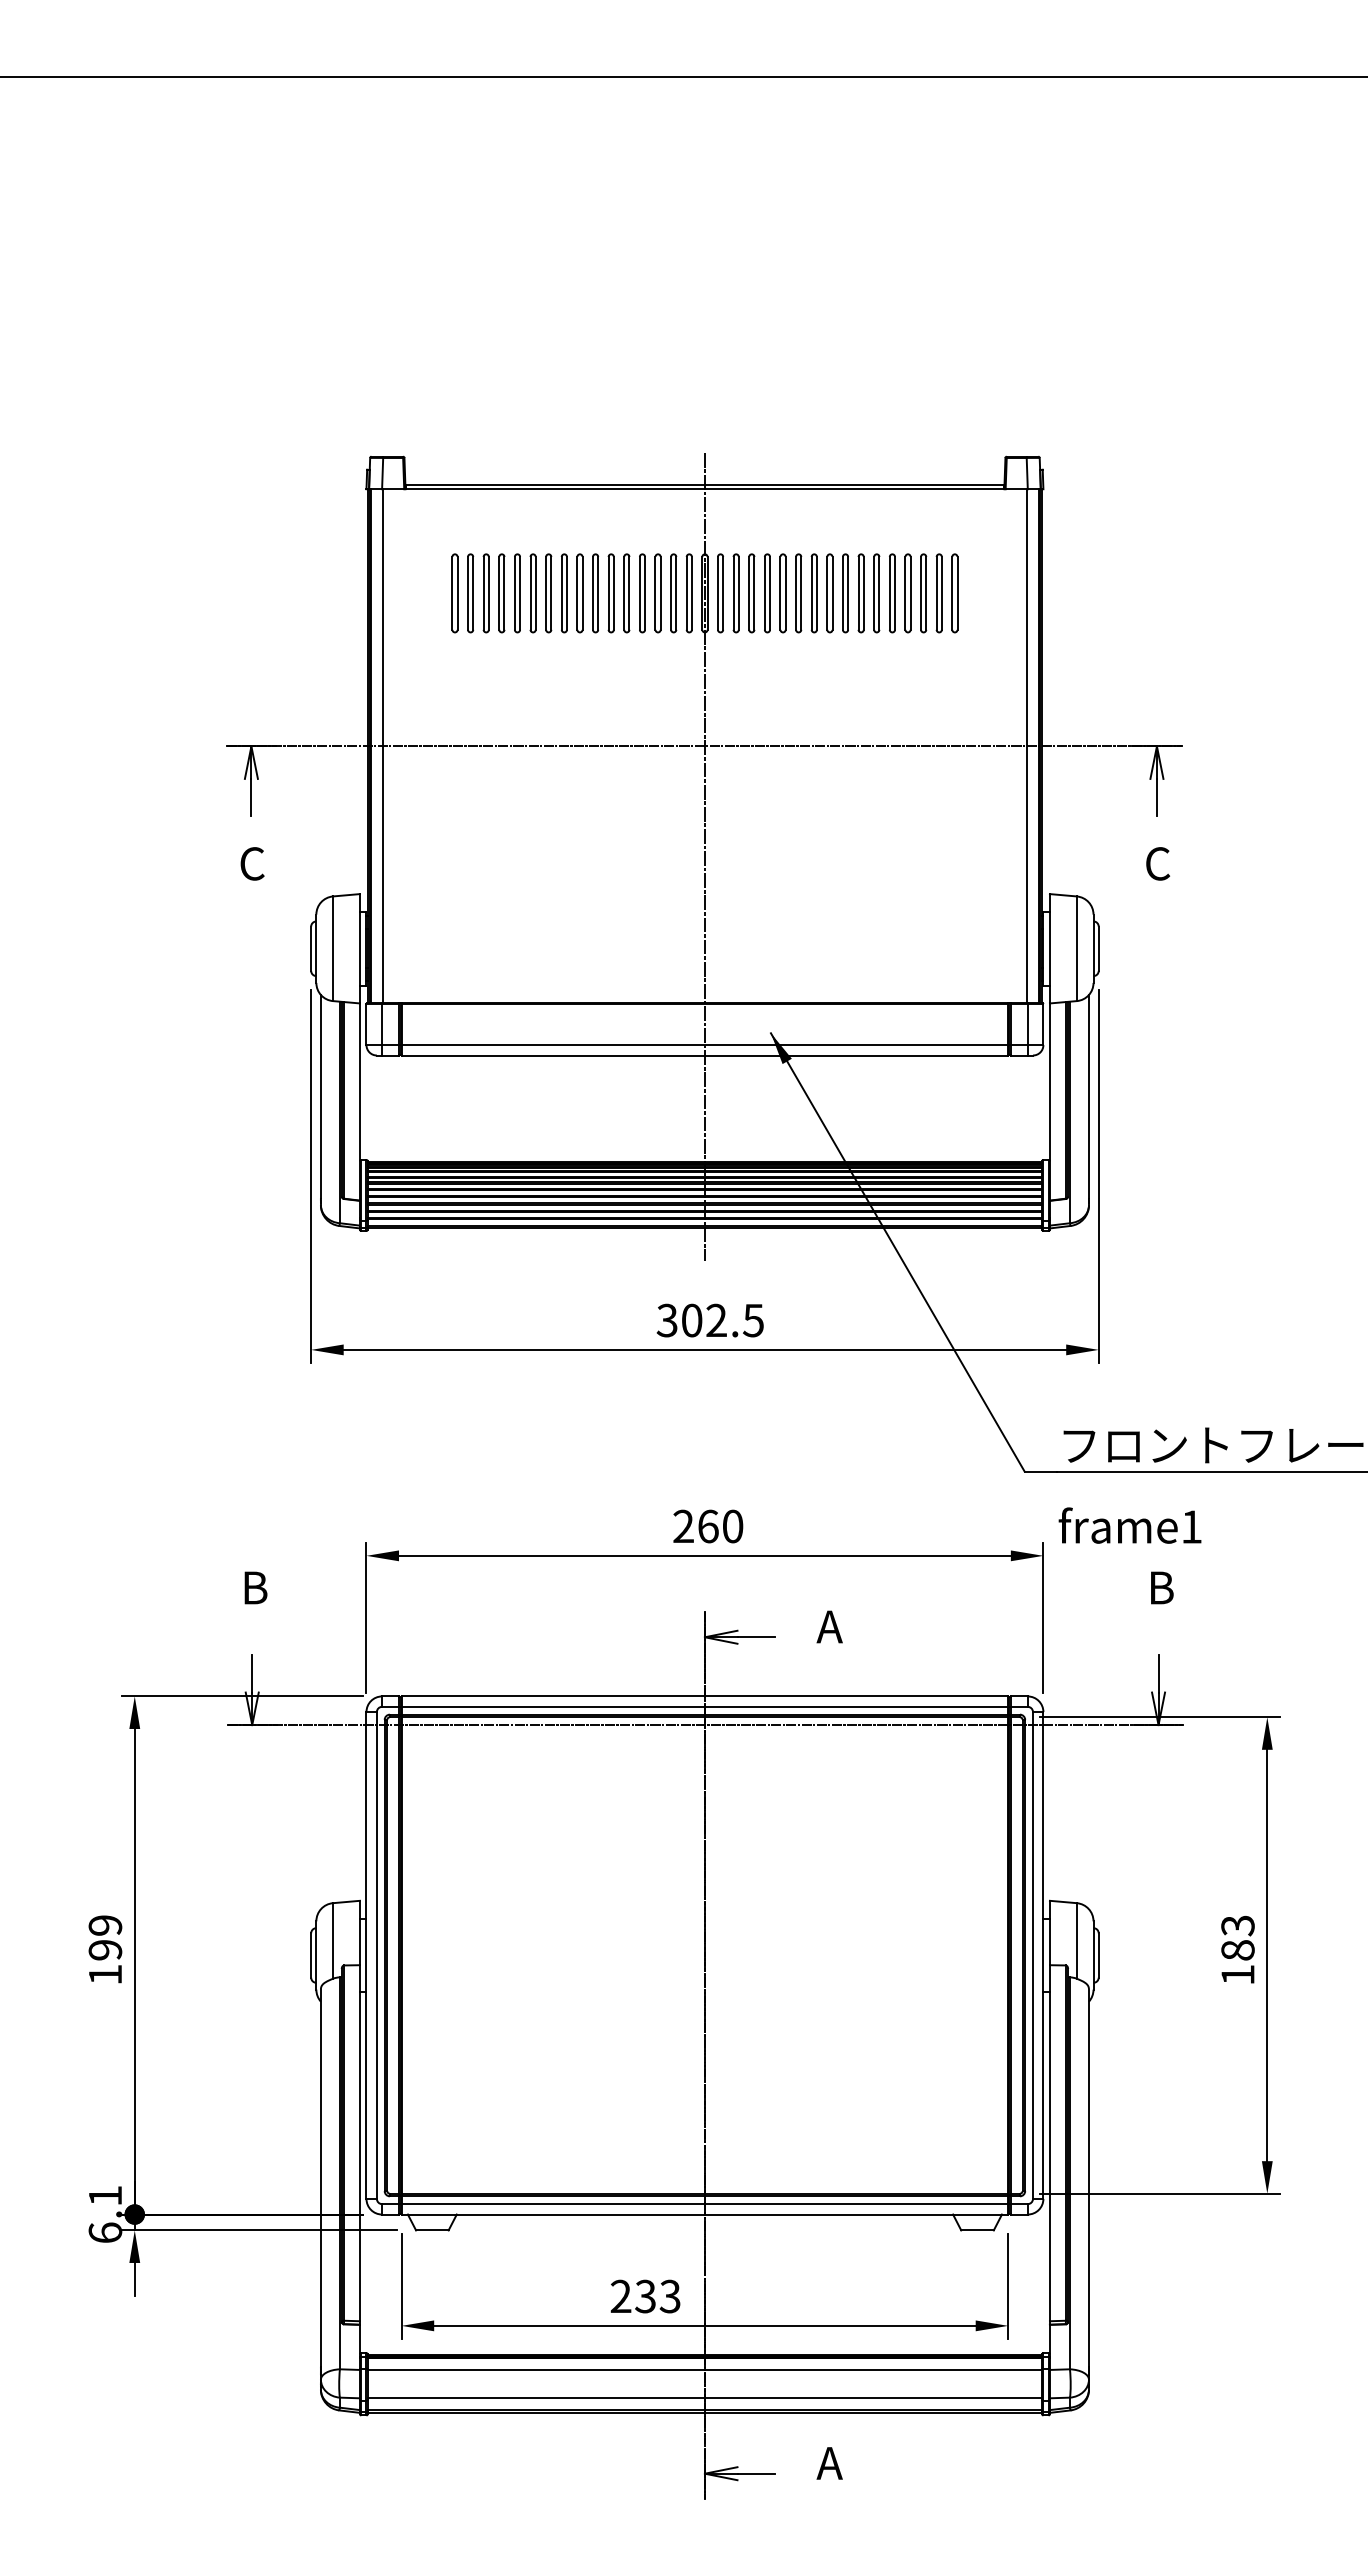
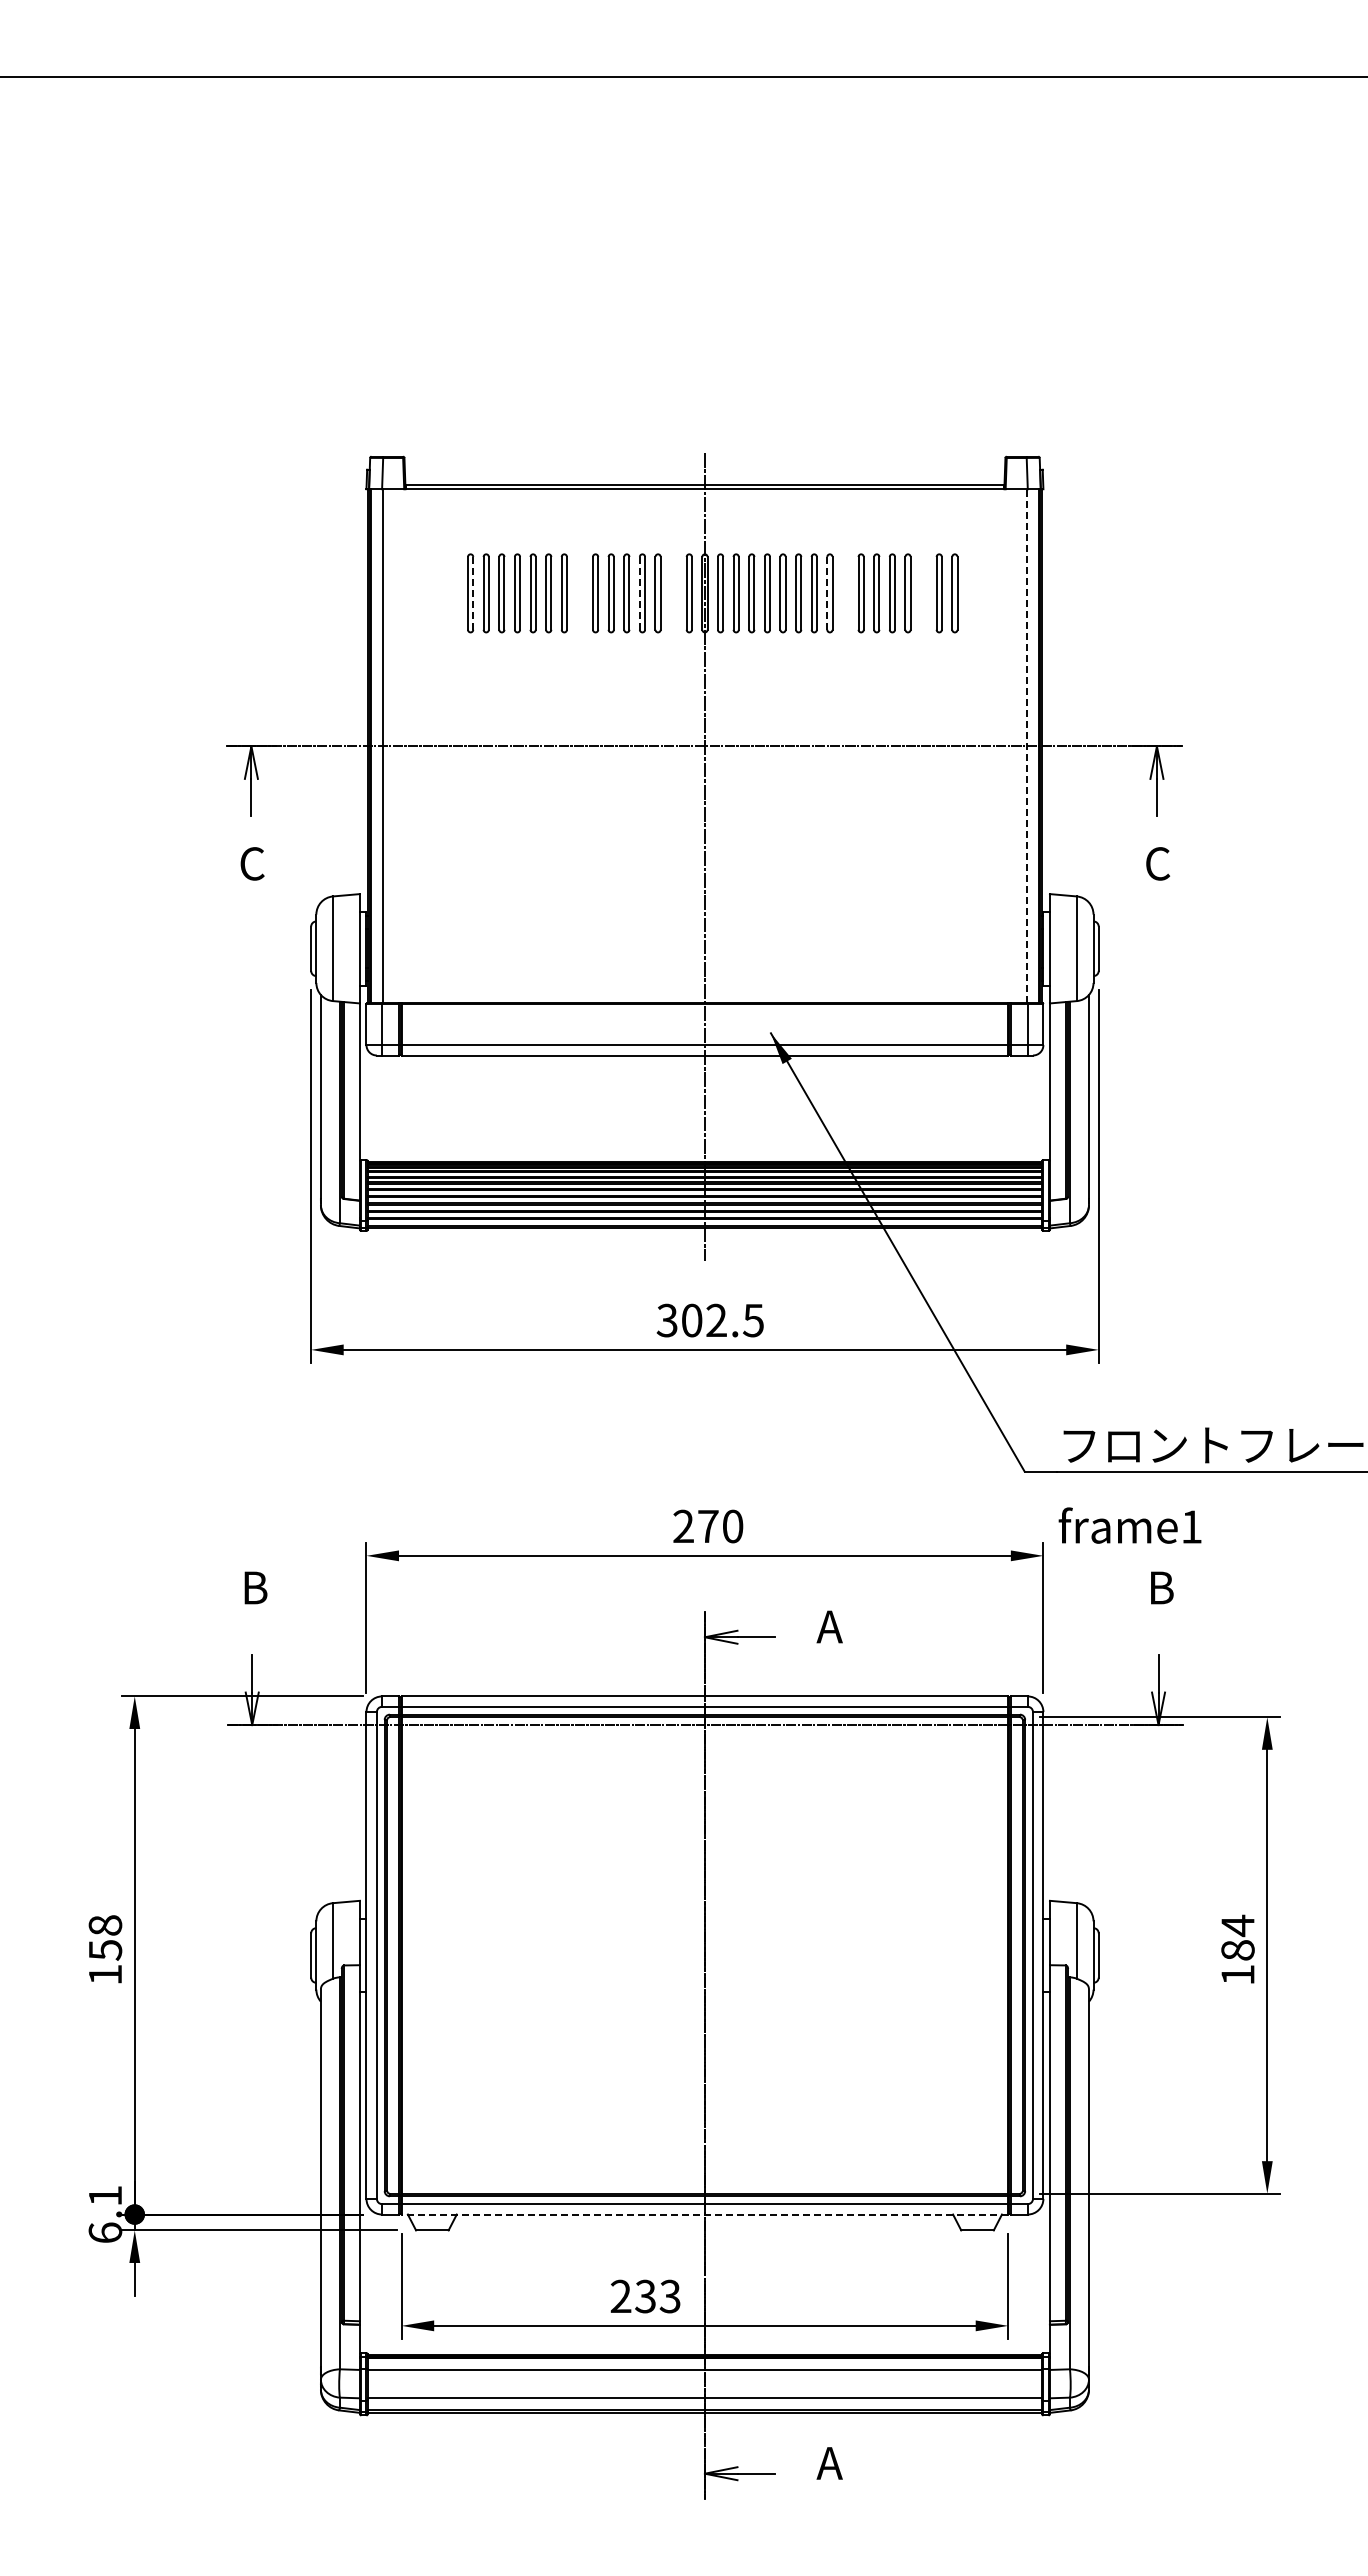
line at (639, 592): solid -> dashed
line at (827, 592): solid -> dashed
part at (454, 593): present -> none
line at (473, 593): solid -> dashed
part at (579, 593): present -> none
part at (673, 593): present -> none
part at (845, 593): present -> none
part at (923, 593): present -> none
line at (1027, 745): solid -> dashed
text at (708, 1526): 260 -> 270
text at (1237, 1925): 183 -> 184
text at (105, 1937): 199 -> 158
line at (704, 2214): solid -> dashed
